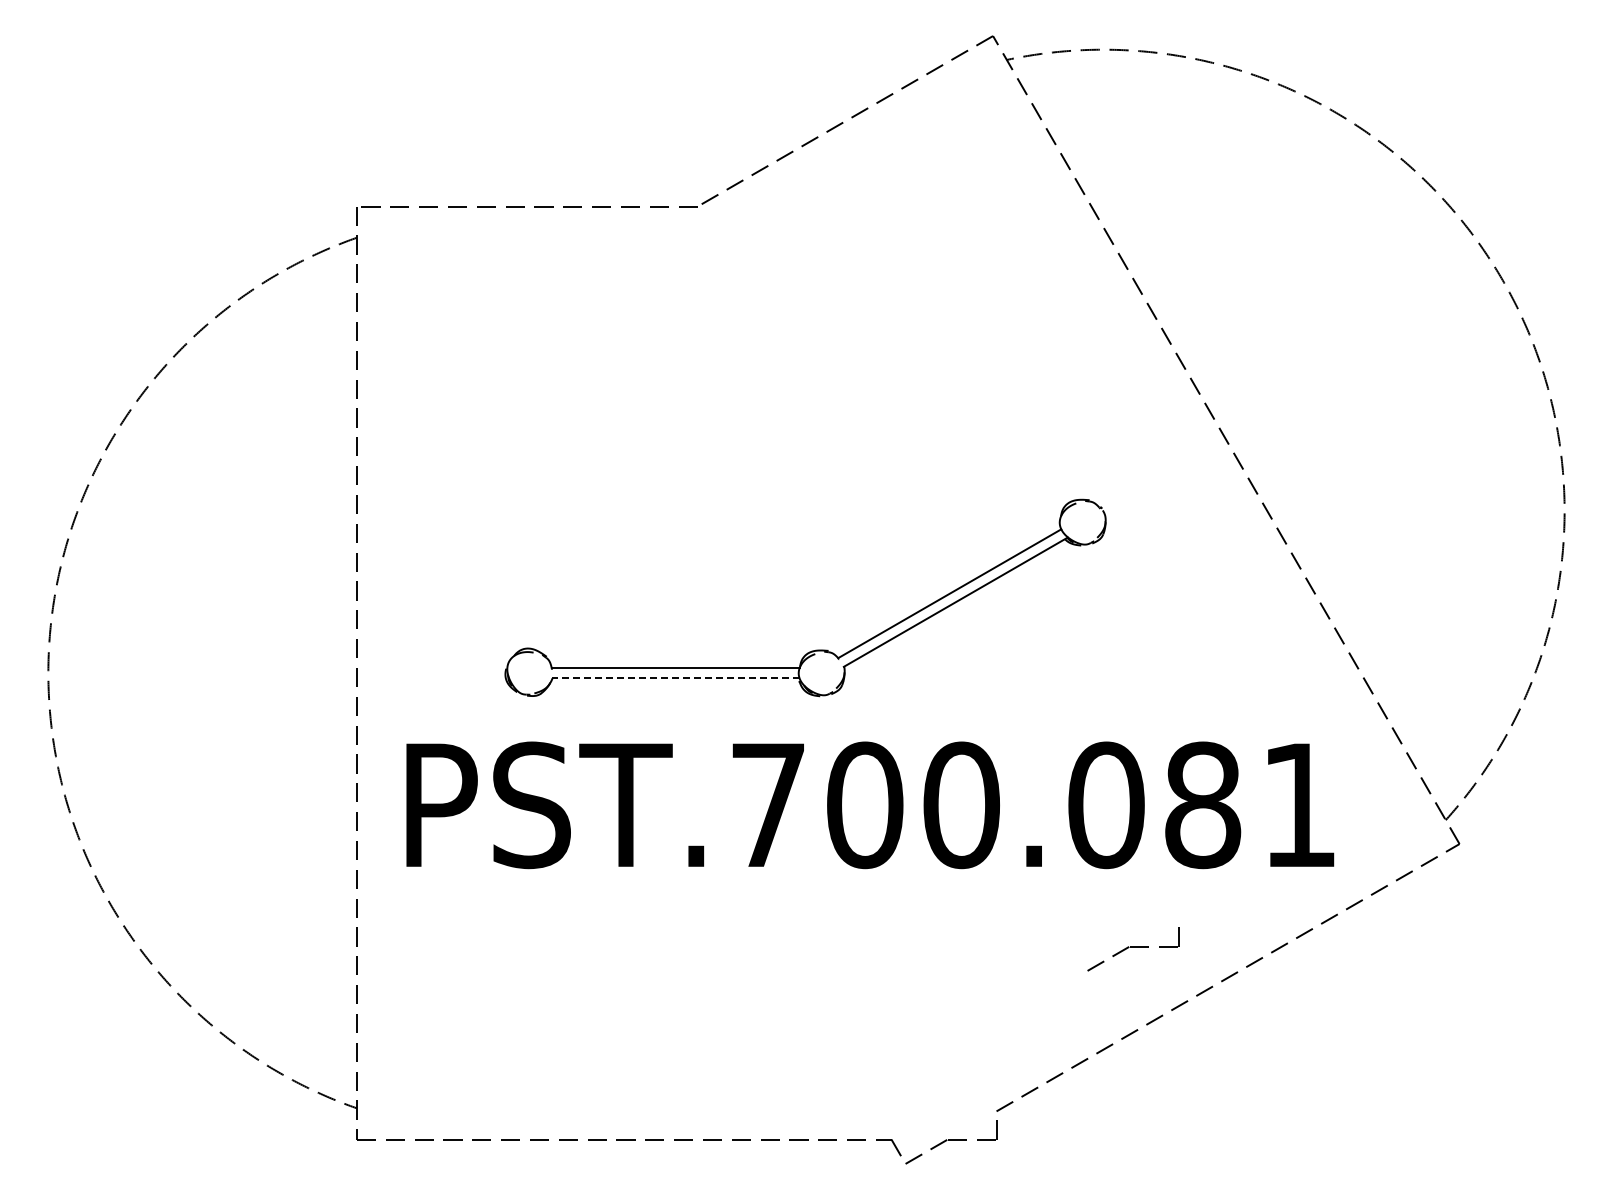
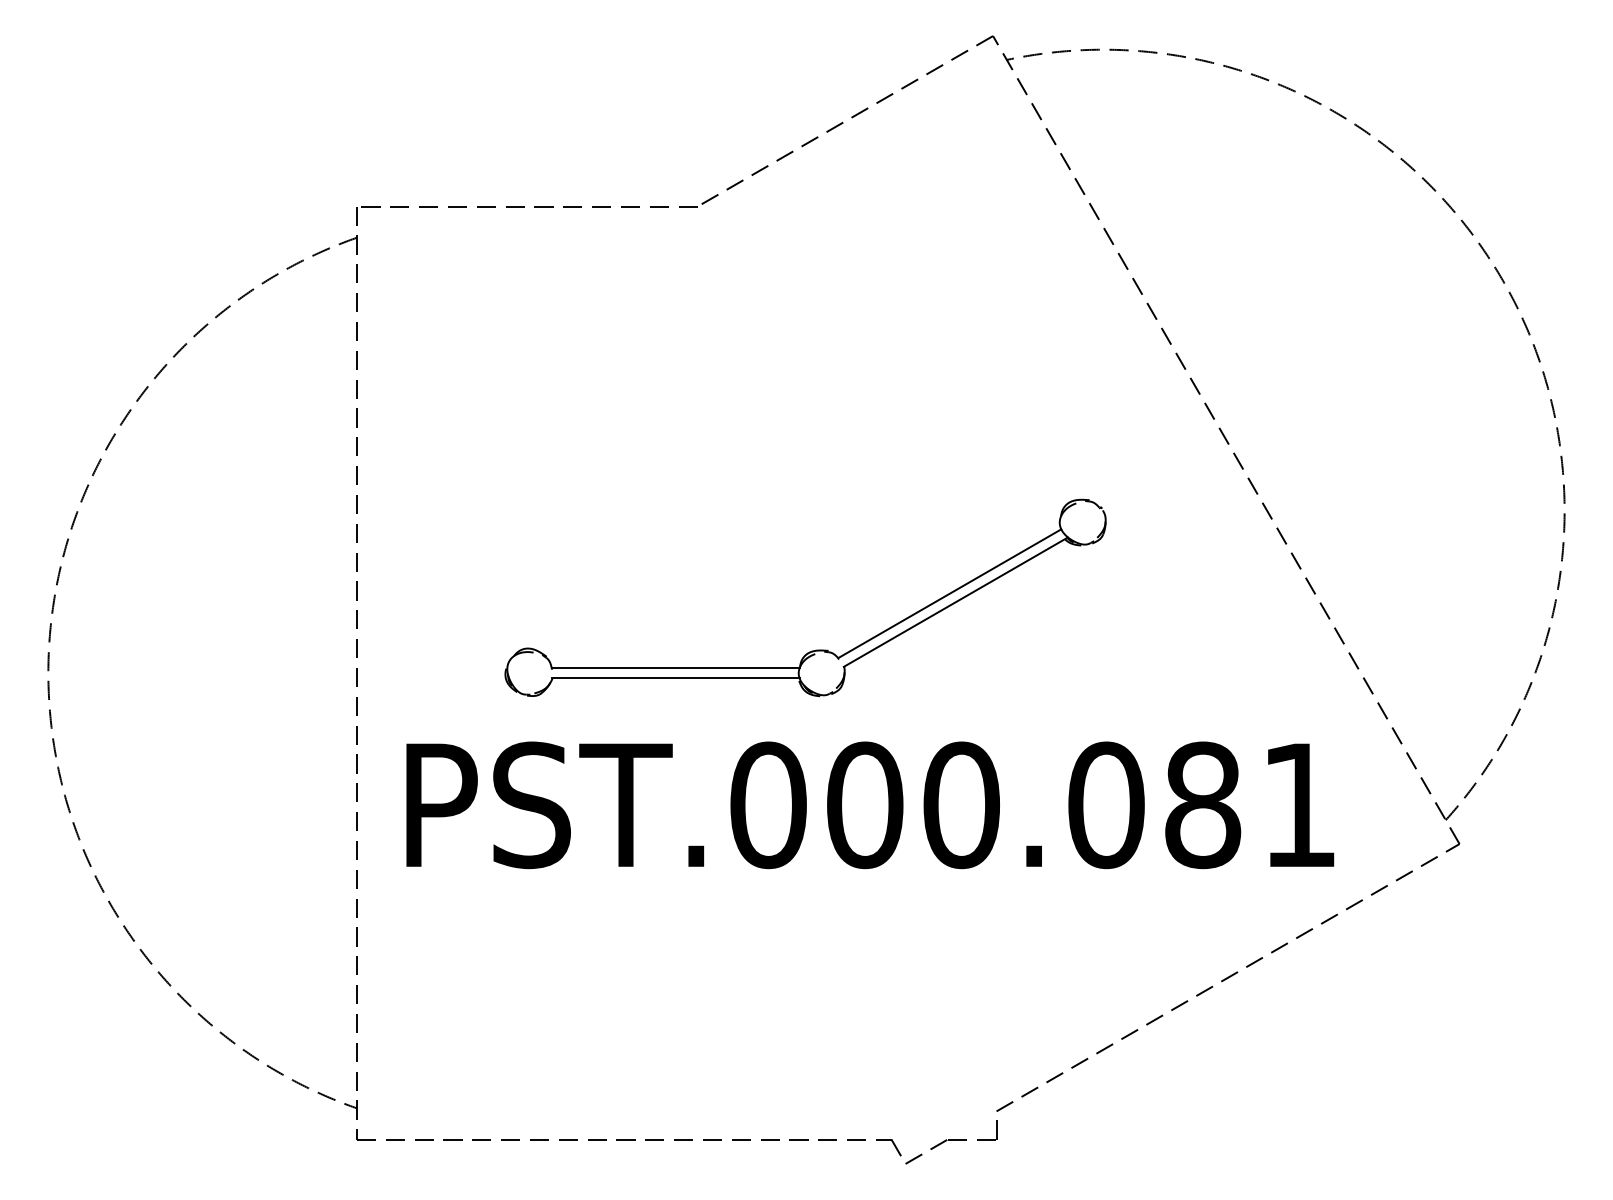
line at (675, 678): dashed -> solid
text at (768, 805): PST.700.081 -> PST.000.081
part at (1133, 949): present -> none
